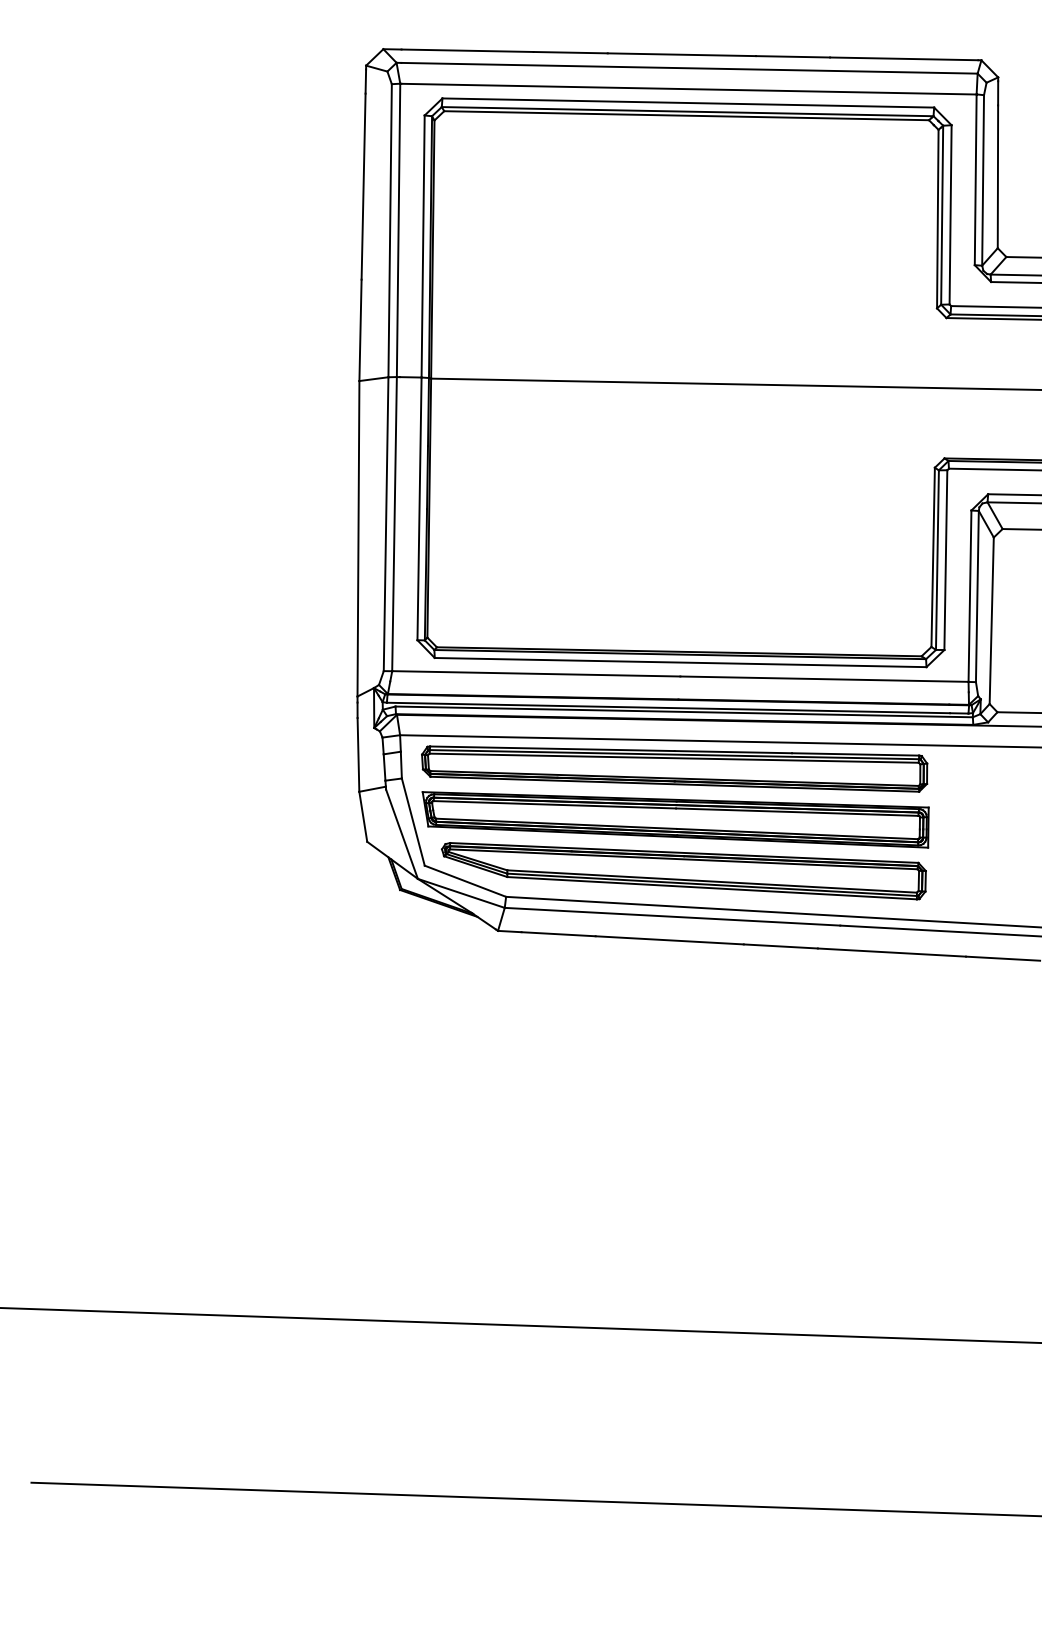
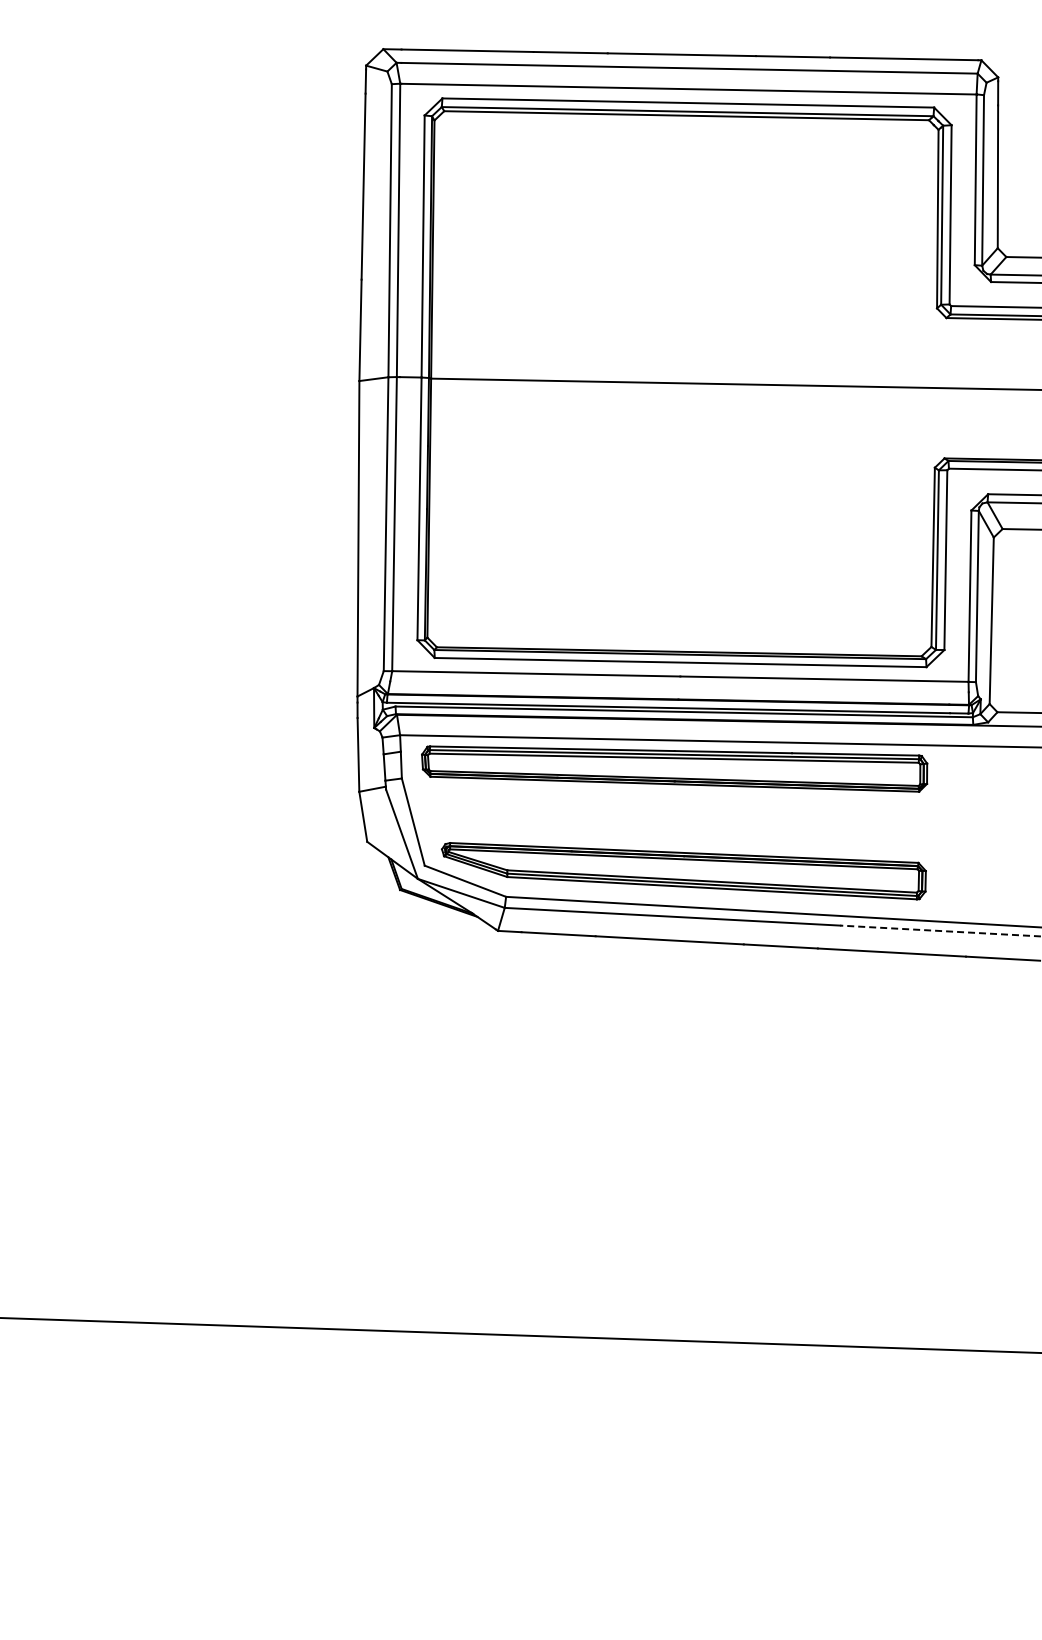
part at (675, 819): present -> none
line at (941, 931): solid -> dashed
line at (520, 1325) position: (520, 1325) -> (520, 1335)
line at (534, 1499): present -> none
